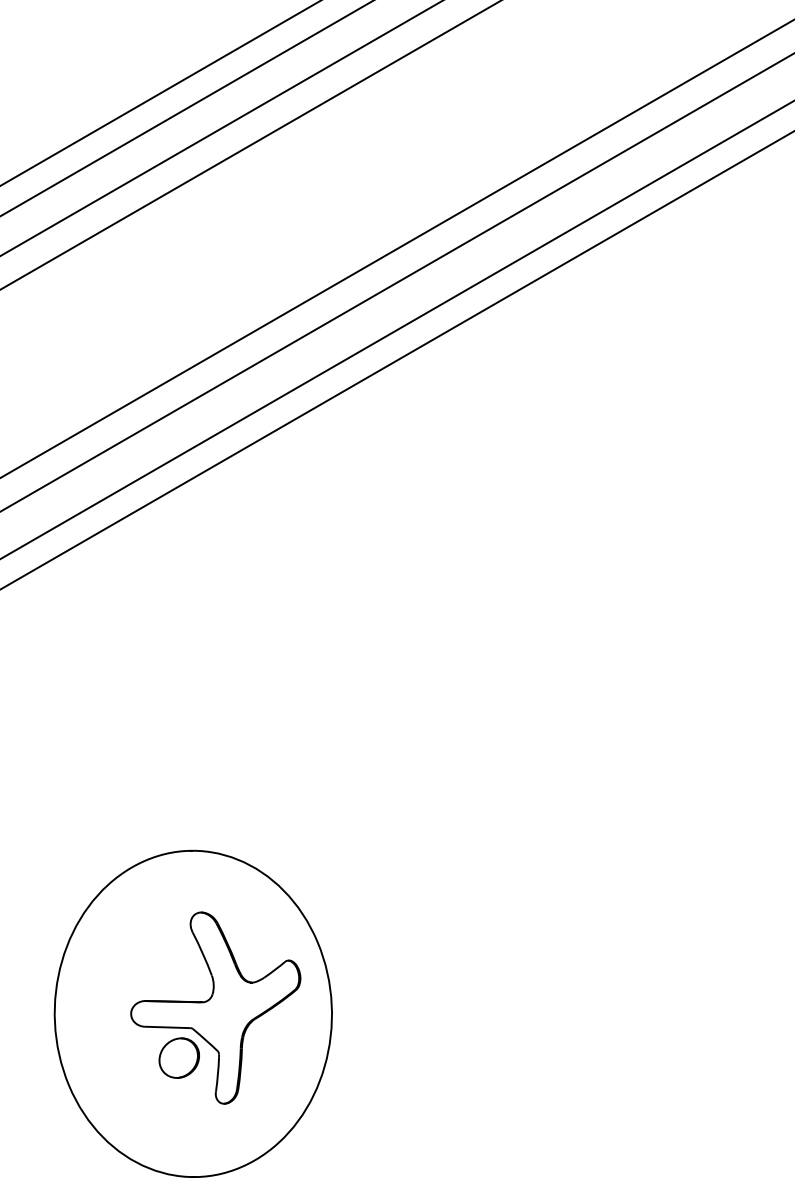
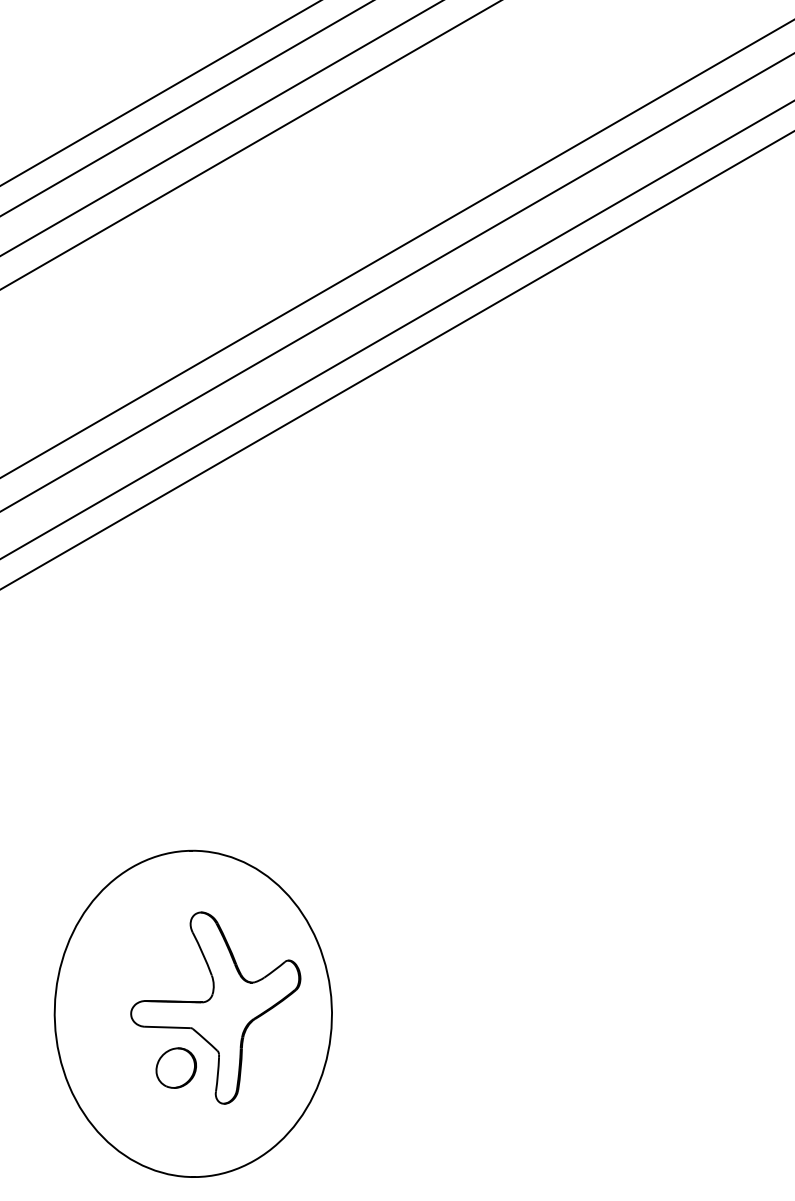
part at (178, 1057) position: (178, 1057) -> (175, 1067)
